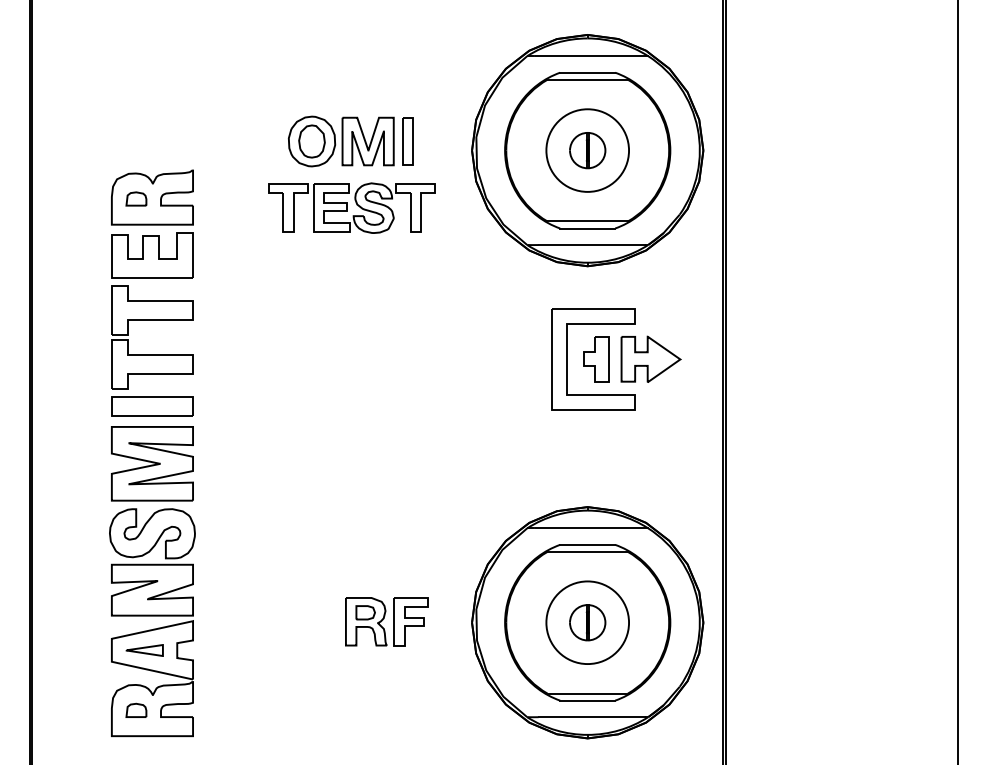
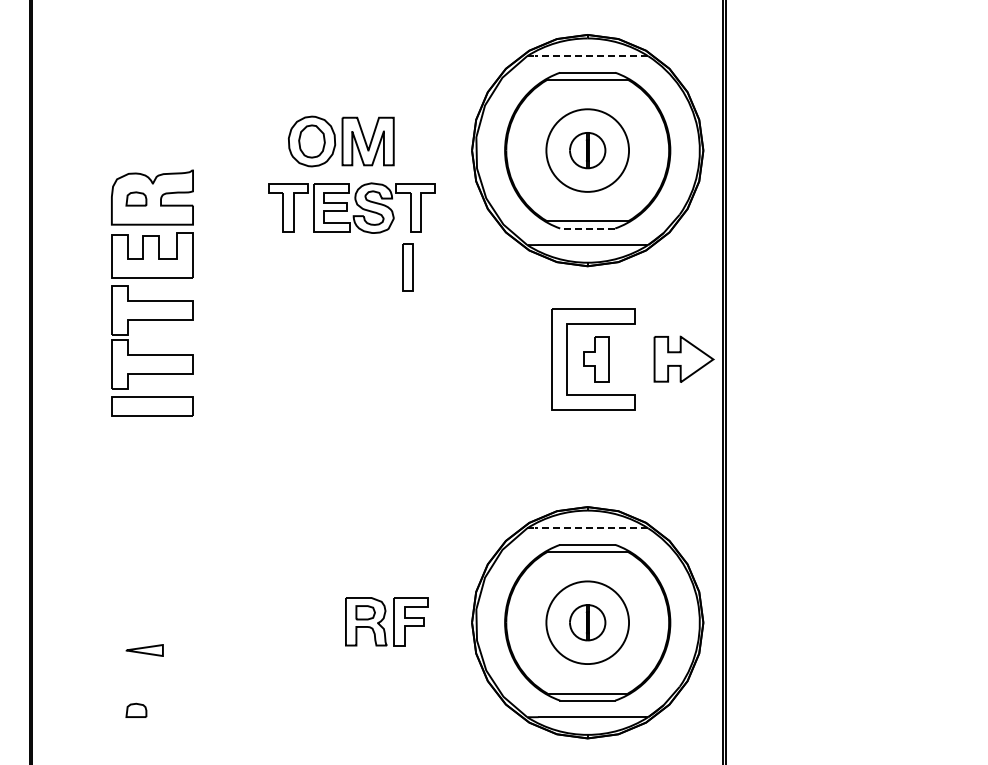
line at (591, 56): solid -> dashed
part at (407, 141) position: (407, 141) -> (407, 267)
line at (587, 228): solid -> dashed
part at (650, 358) position: (650, 358) -> (683, 358)
line at (958, 381): present -> none
line at (591, 528): solid -> dashed
part at (152, 581): present -> none
